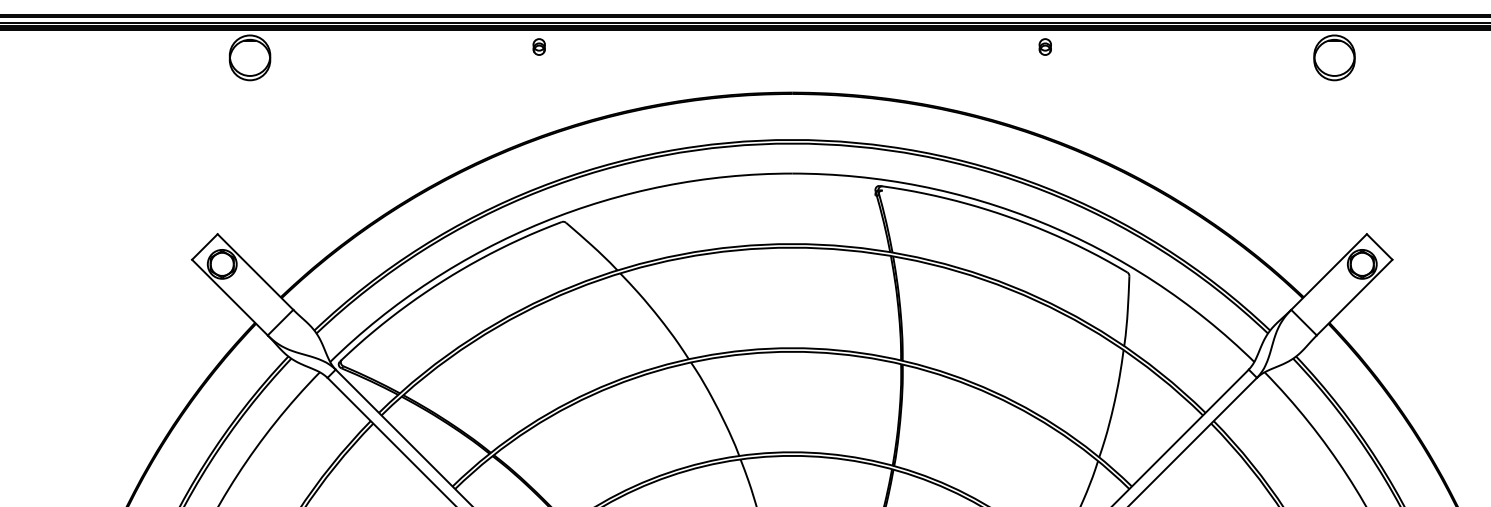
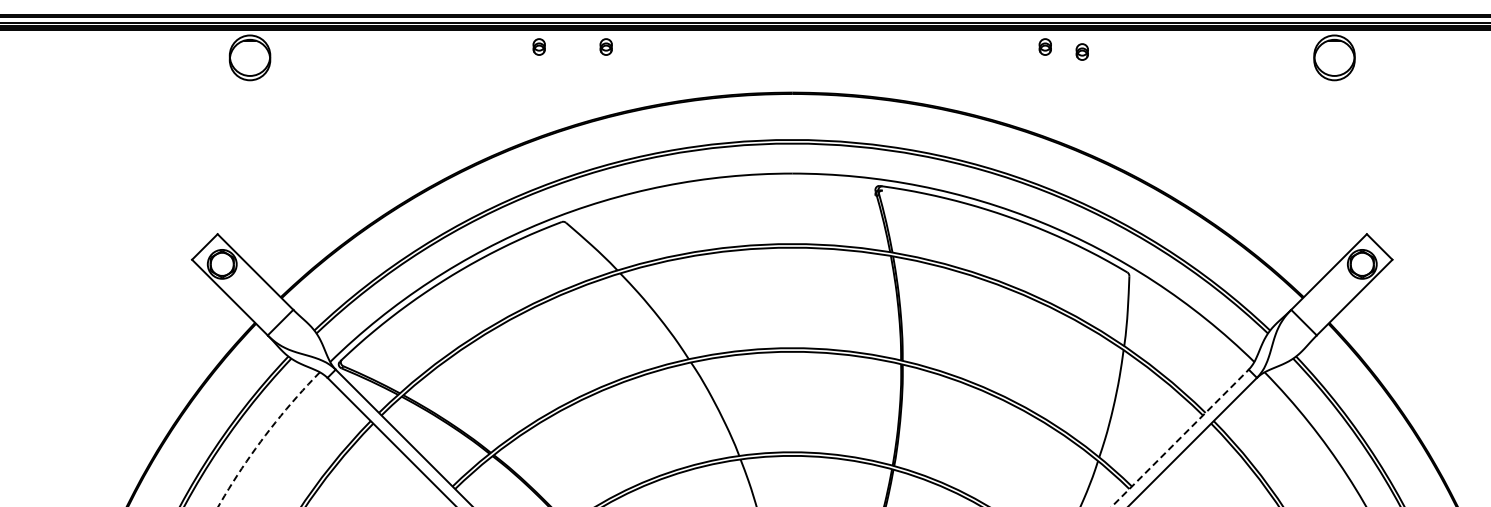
part at (605, 46): none -> present
part at (1081, 51): none -> present
arc at (264, 436): solid -> dashed
line at (1180, 438): solid -> dashed
